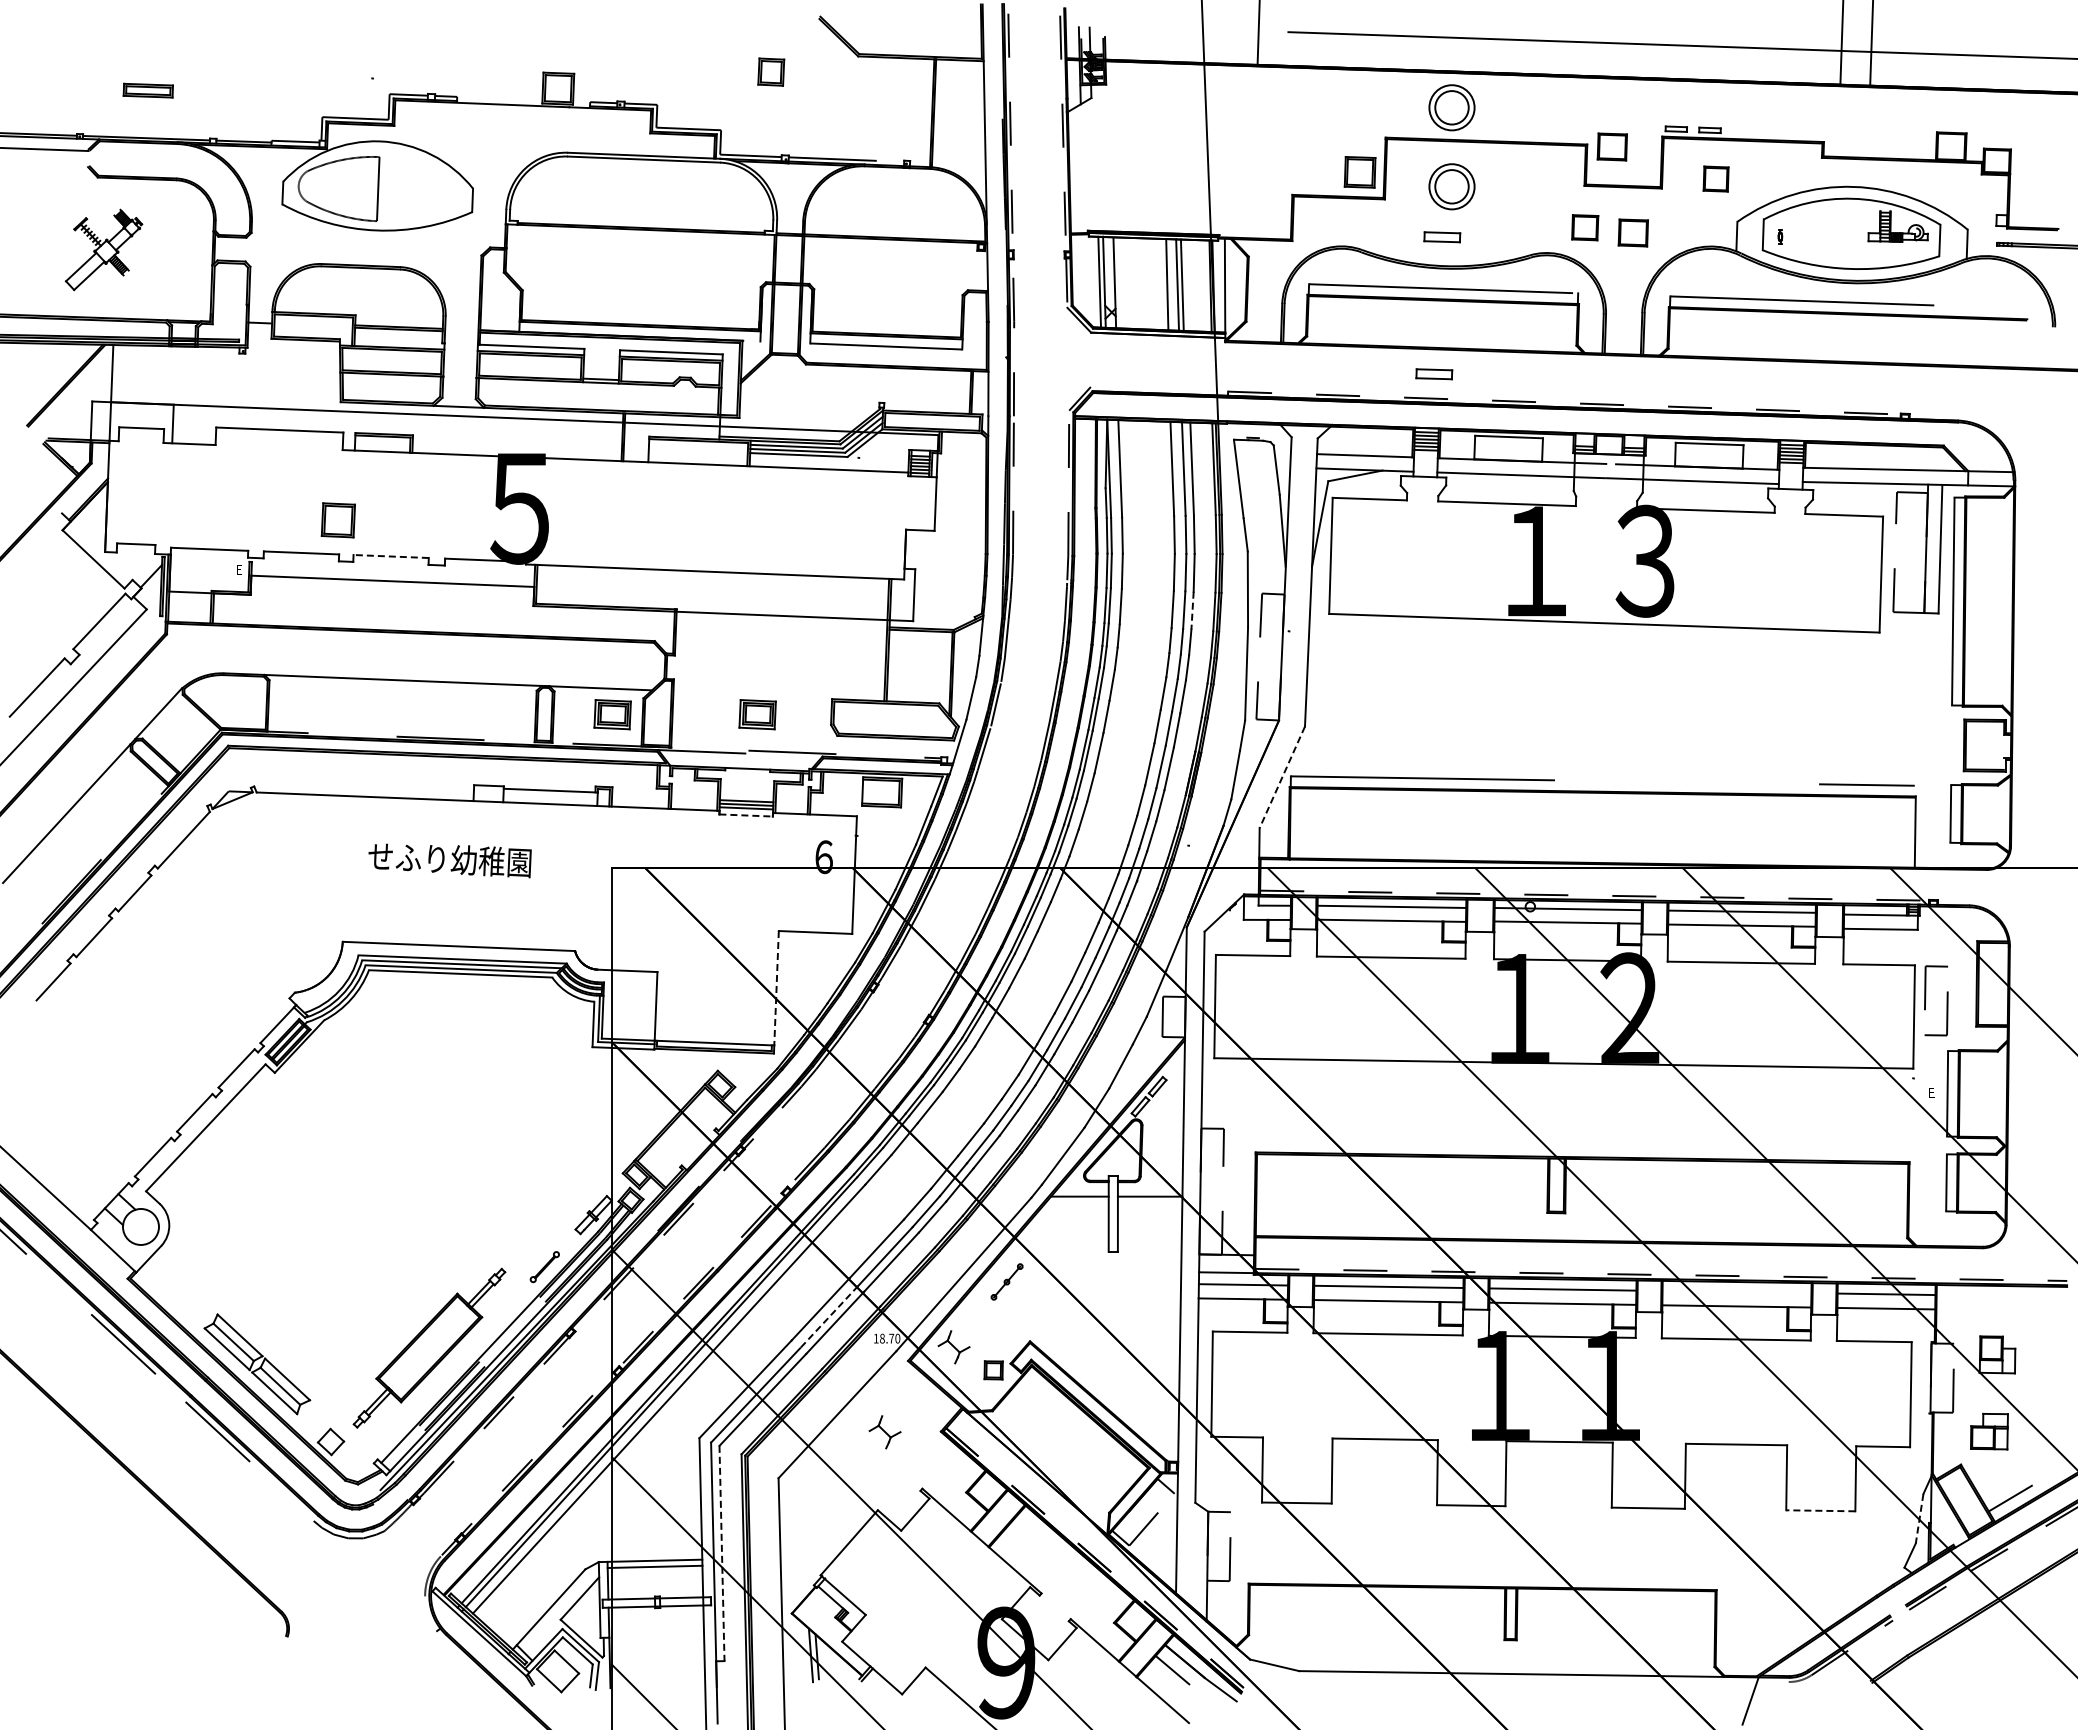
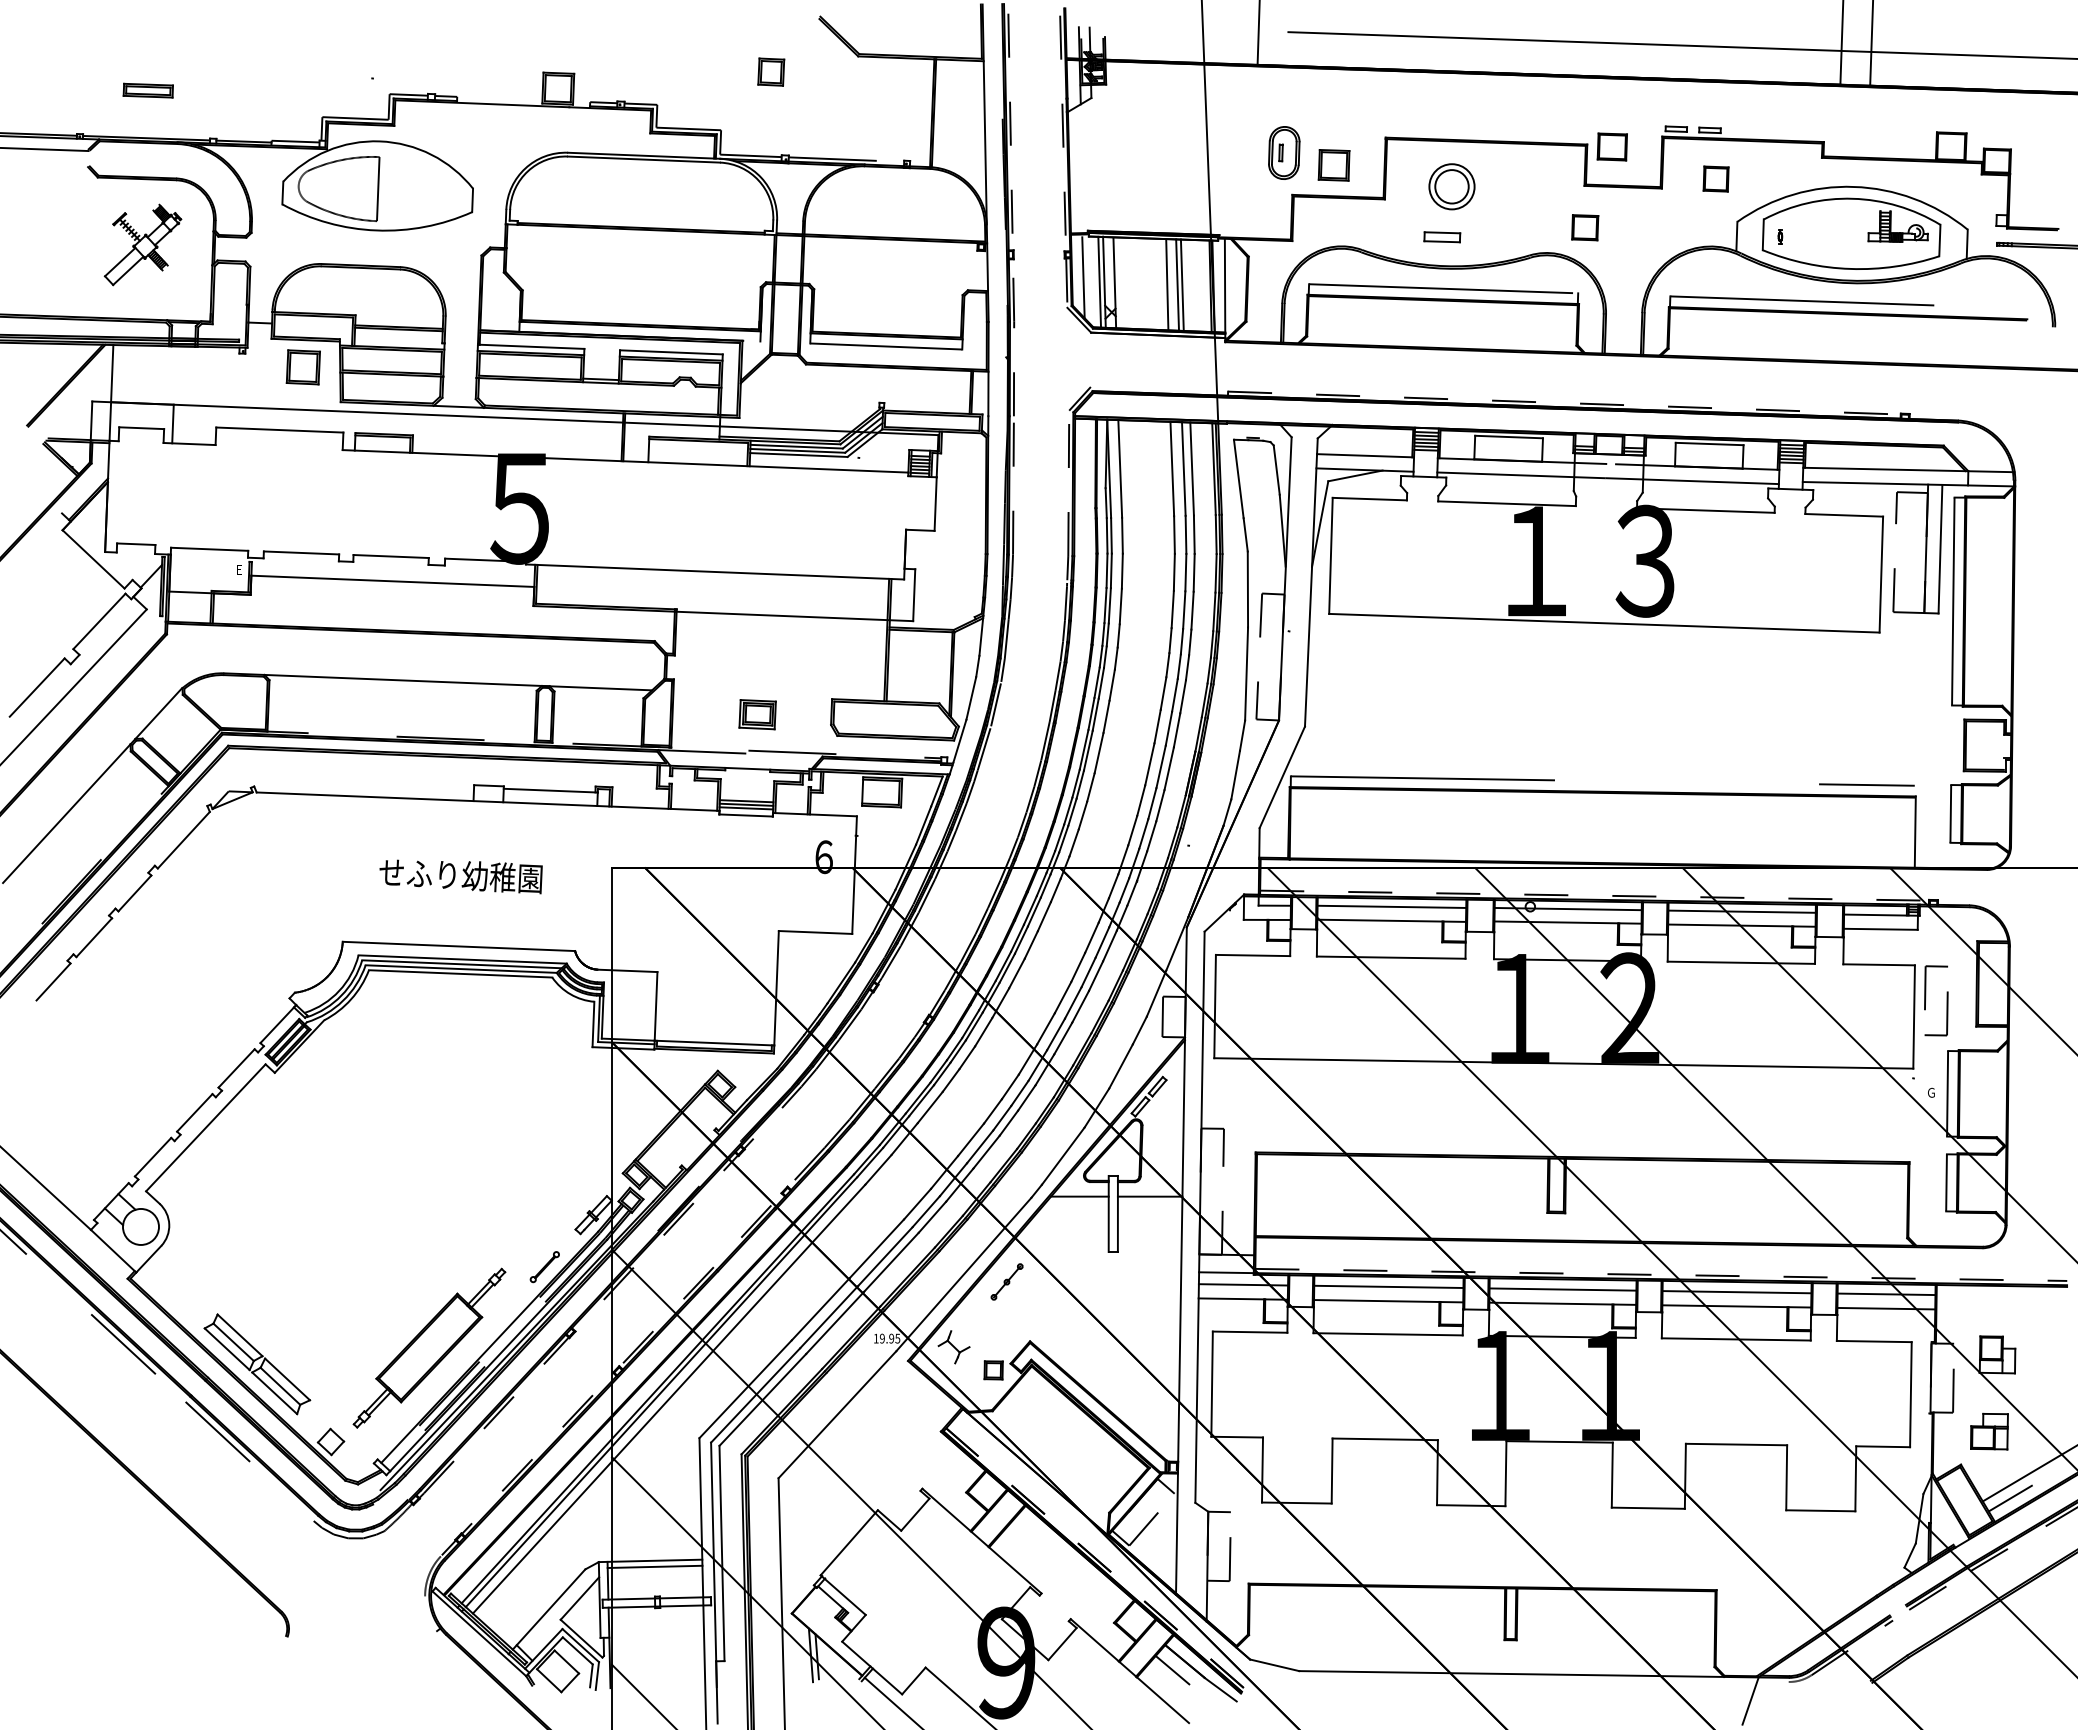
part at (1451, 107): present -> none
part at (1284, 152): none -> present
part at (1359, 172) position: (1359, 172) -> (1333, 165)
part at (1632, 232): present -> none
part at (103, 249) position: (103, 249) -> (142, 244)
line at (1083, 277): none -> present
part at (1434, 374): present -> none
part at (337, 520) position: (337, 520) -> (302, 367)
line at (391, 556): dashed -> solid
line at (1192, 610): dashed -> solid
part at (612, 714): present -> none
line at (1282, 777): dashed -> solid
line at (746, 815): dashed -> solid
text at (449, 860) position: (449, 860) -> (460, 876)
line at (776, 988): dashed -> solid
text at (1931, 1092): Ｅ -> Ｇ
line at (1736, 1292): none -> present
line at (829, 1317): dashed -> solid
text at (889, 1338): 18.70 -> 19.95
part at (884, 1432): present -> none
line at (2028, 1473): none -> present
line at (1820, 1510): dashed -> solid
line at (1919, 1519): dashed -> solid
line at (722, 1553): dashed -> solid
line at (891, 1701): none -> present
